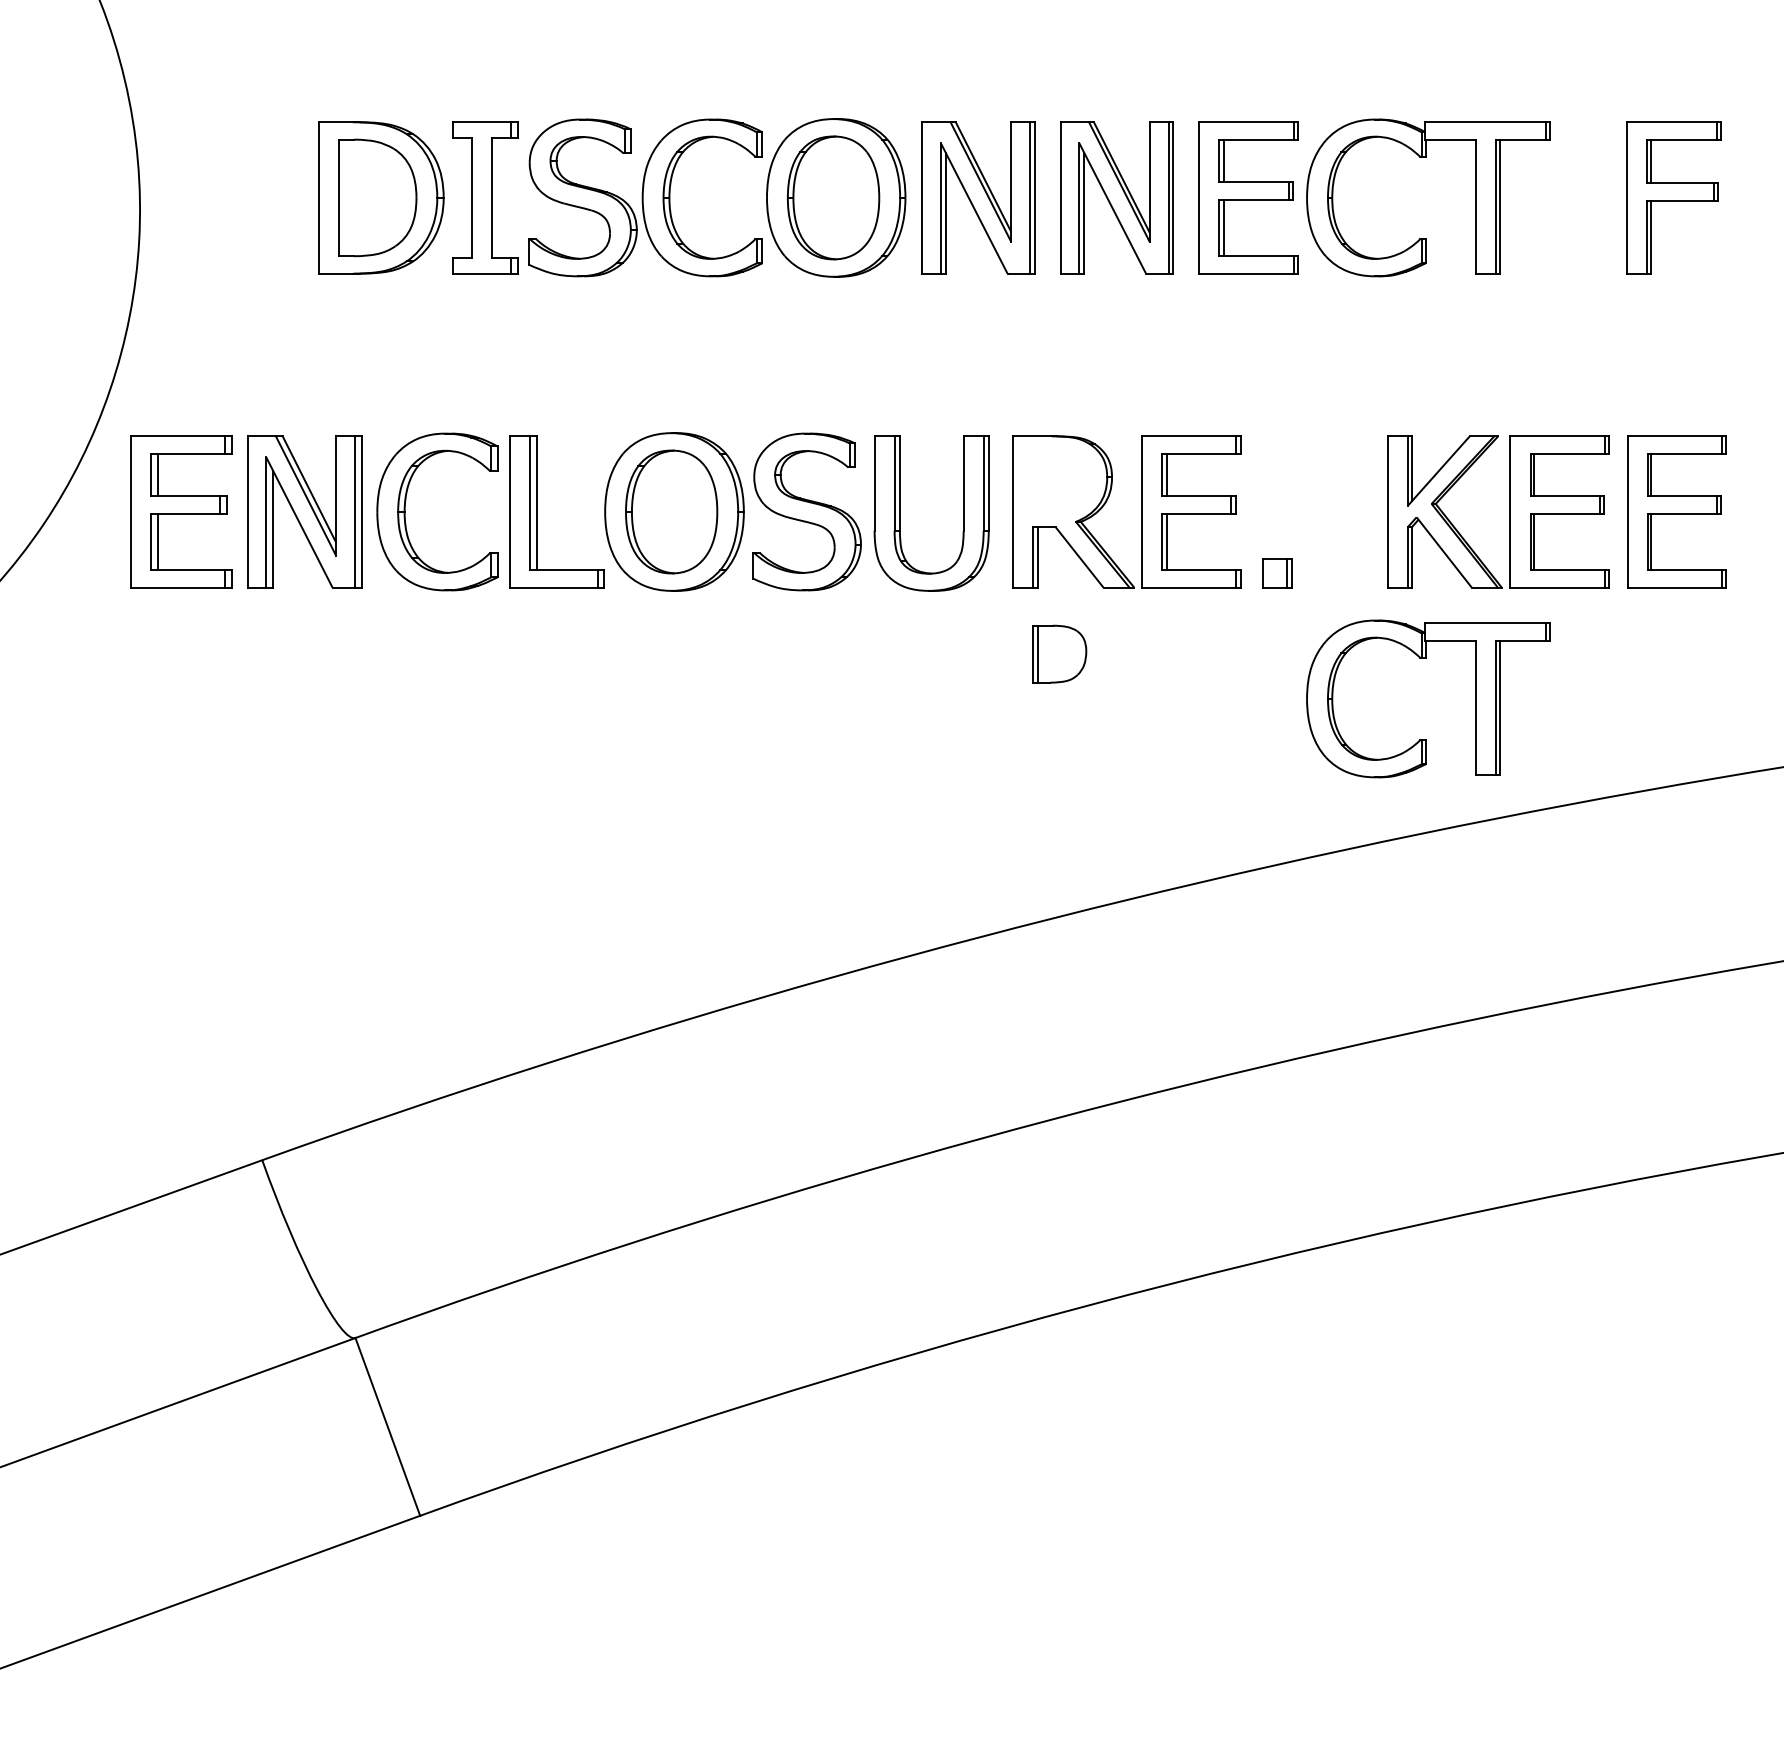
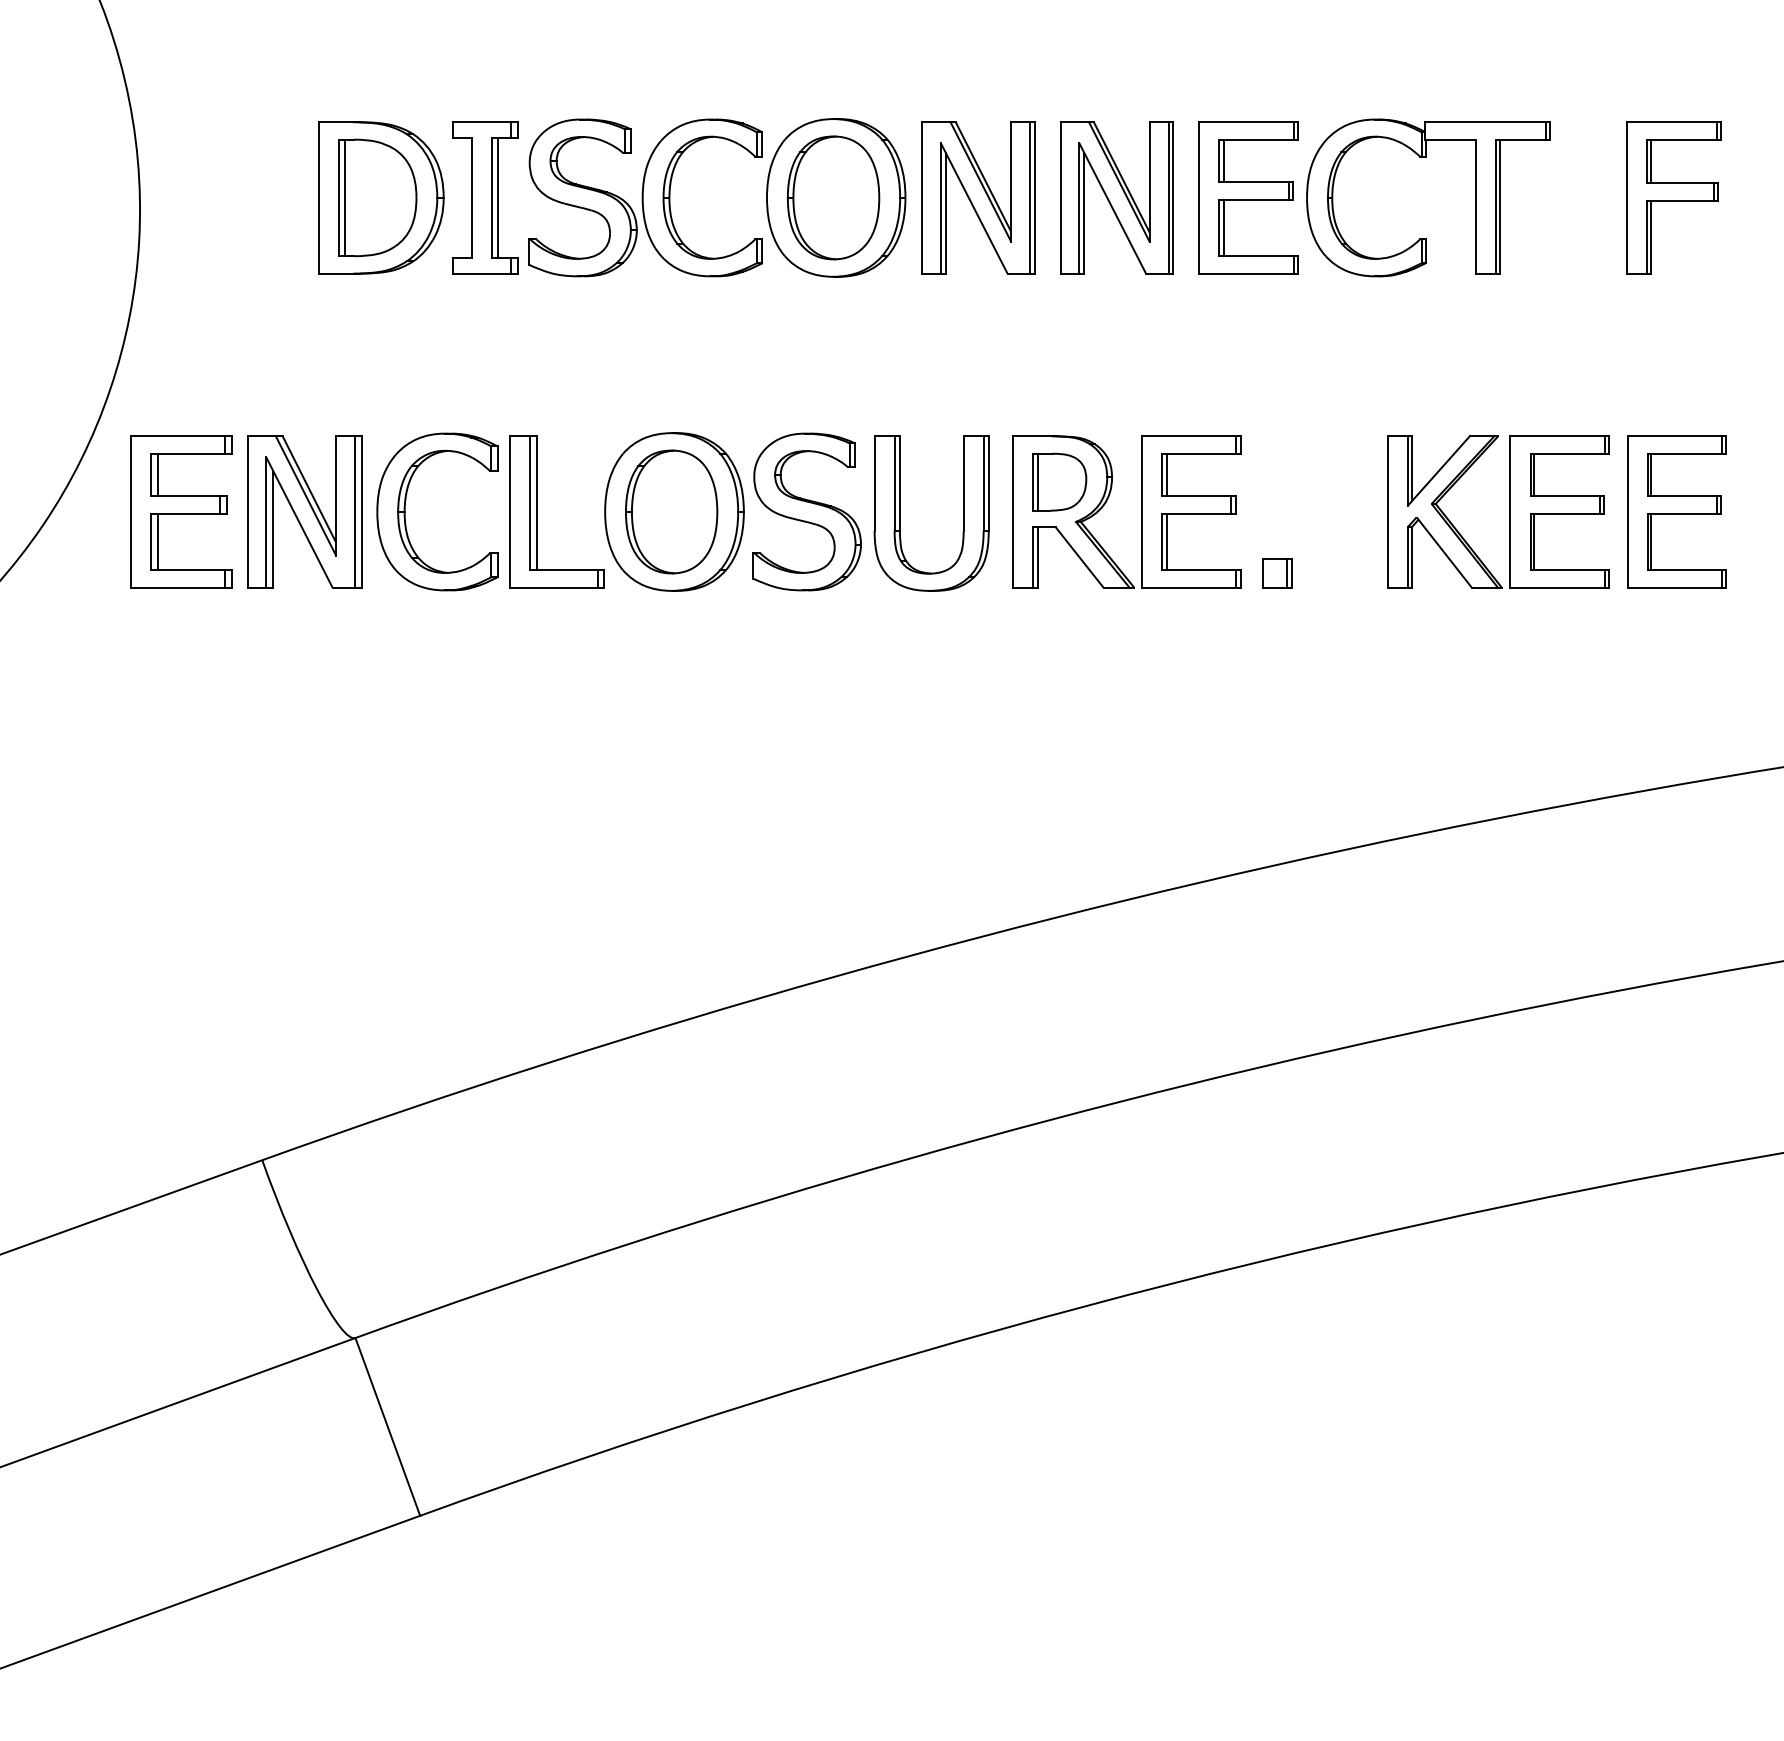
line at (345, 197): none -> present
line at (498, 197): none -> present
part at (1059, 653) position: (1059, 653) -> (1059, 481)
part at (1426, 658): present -> none
